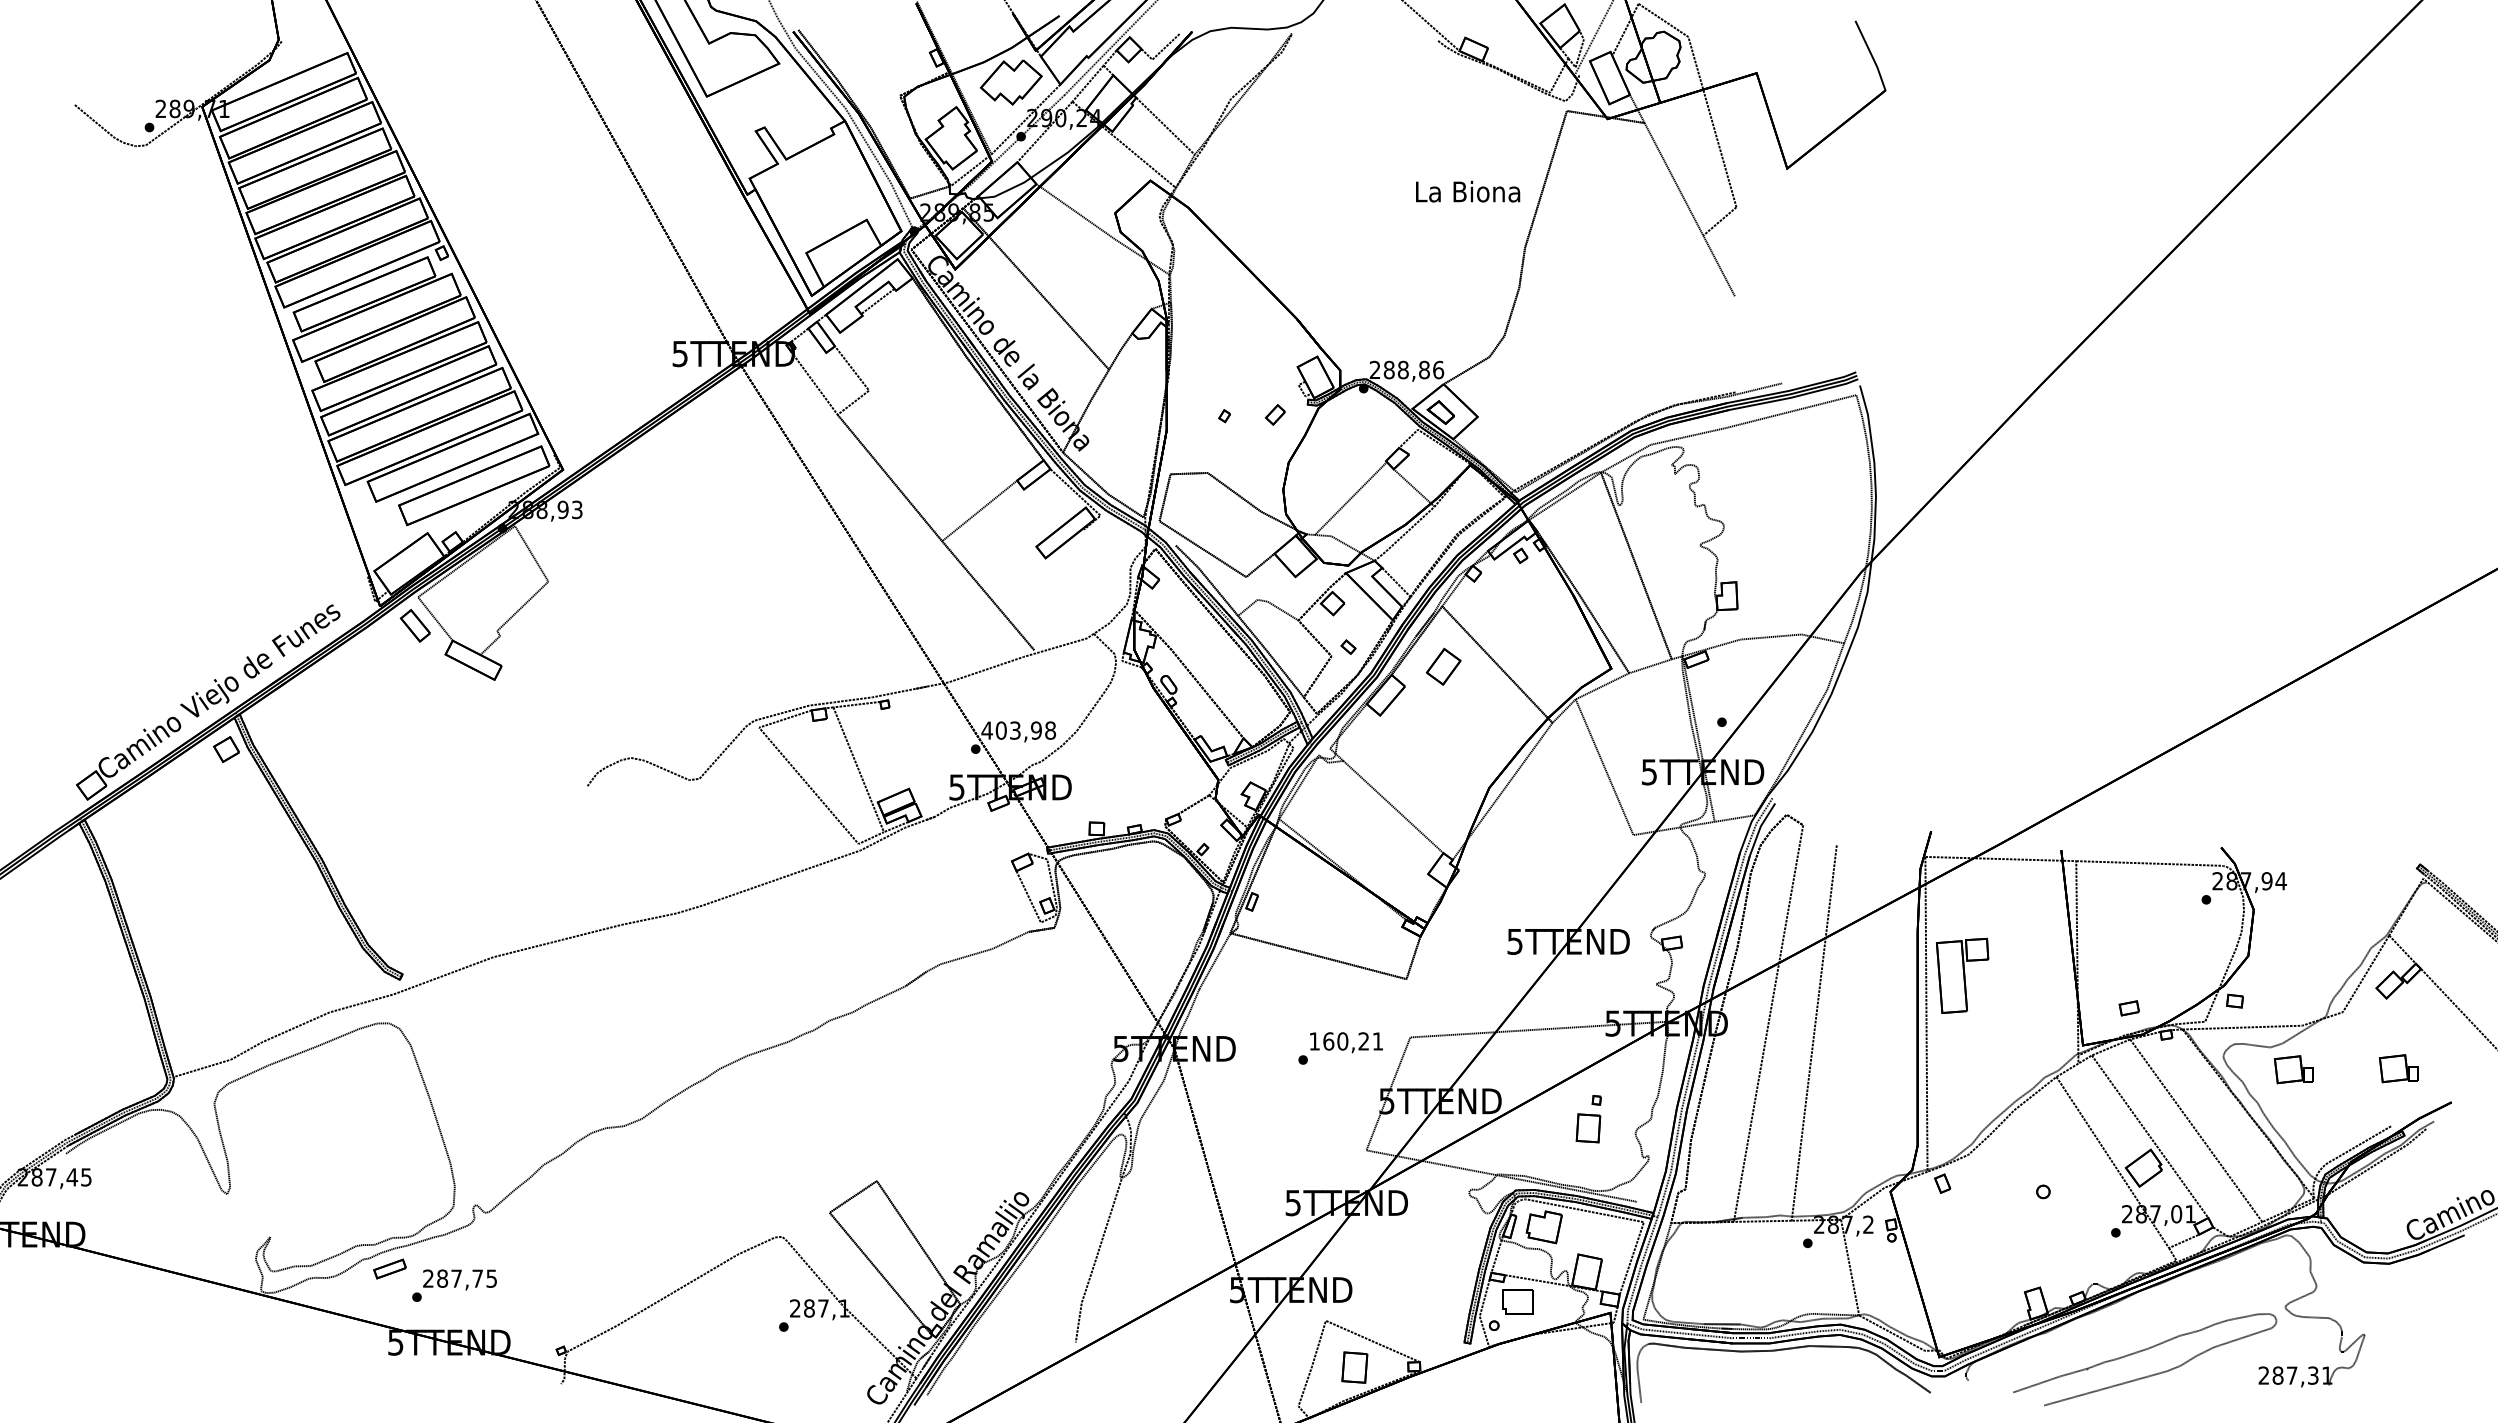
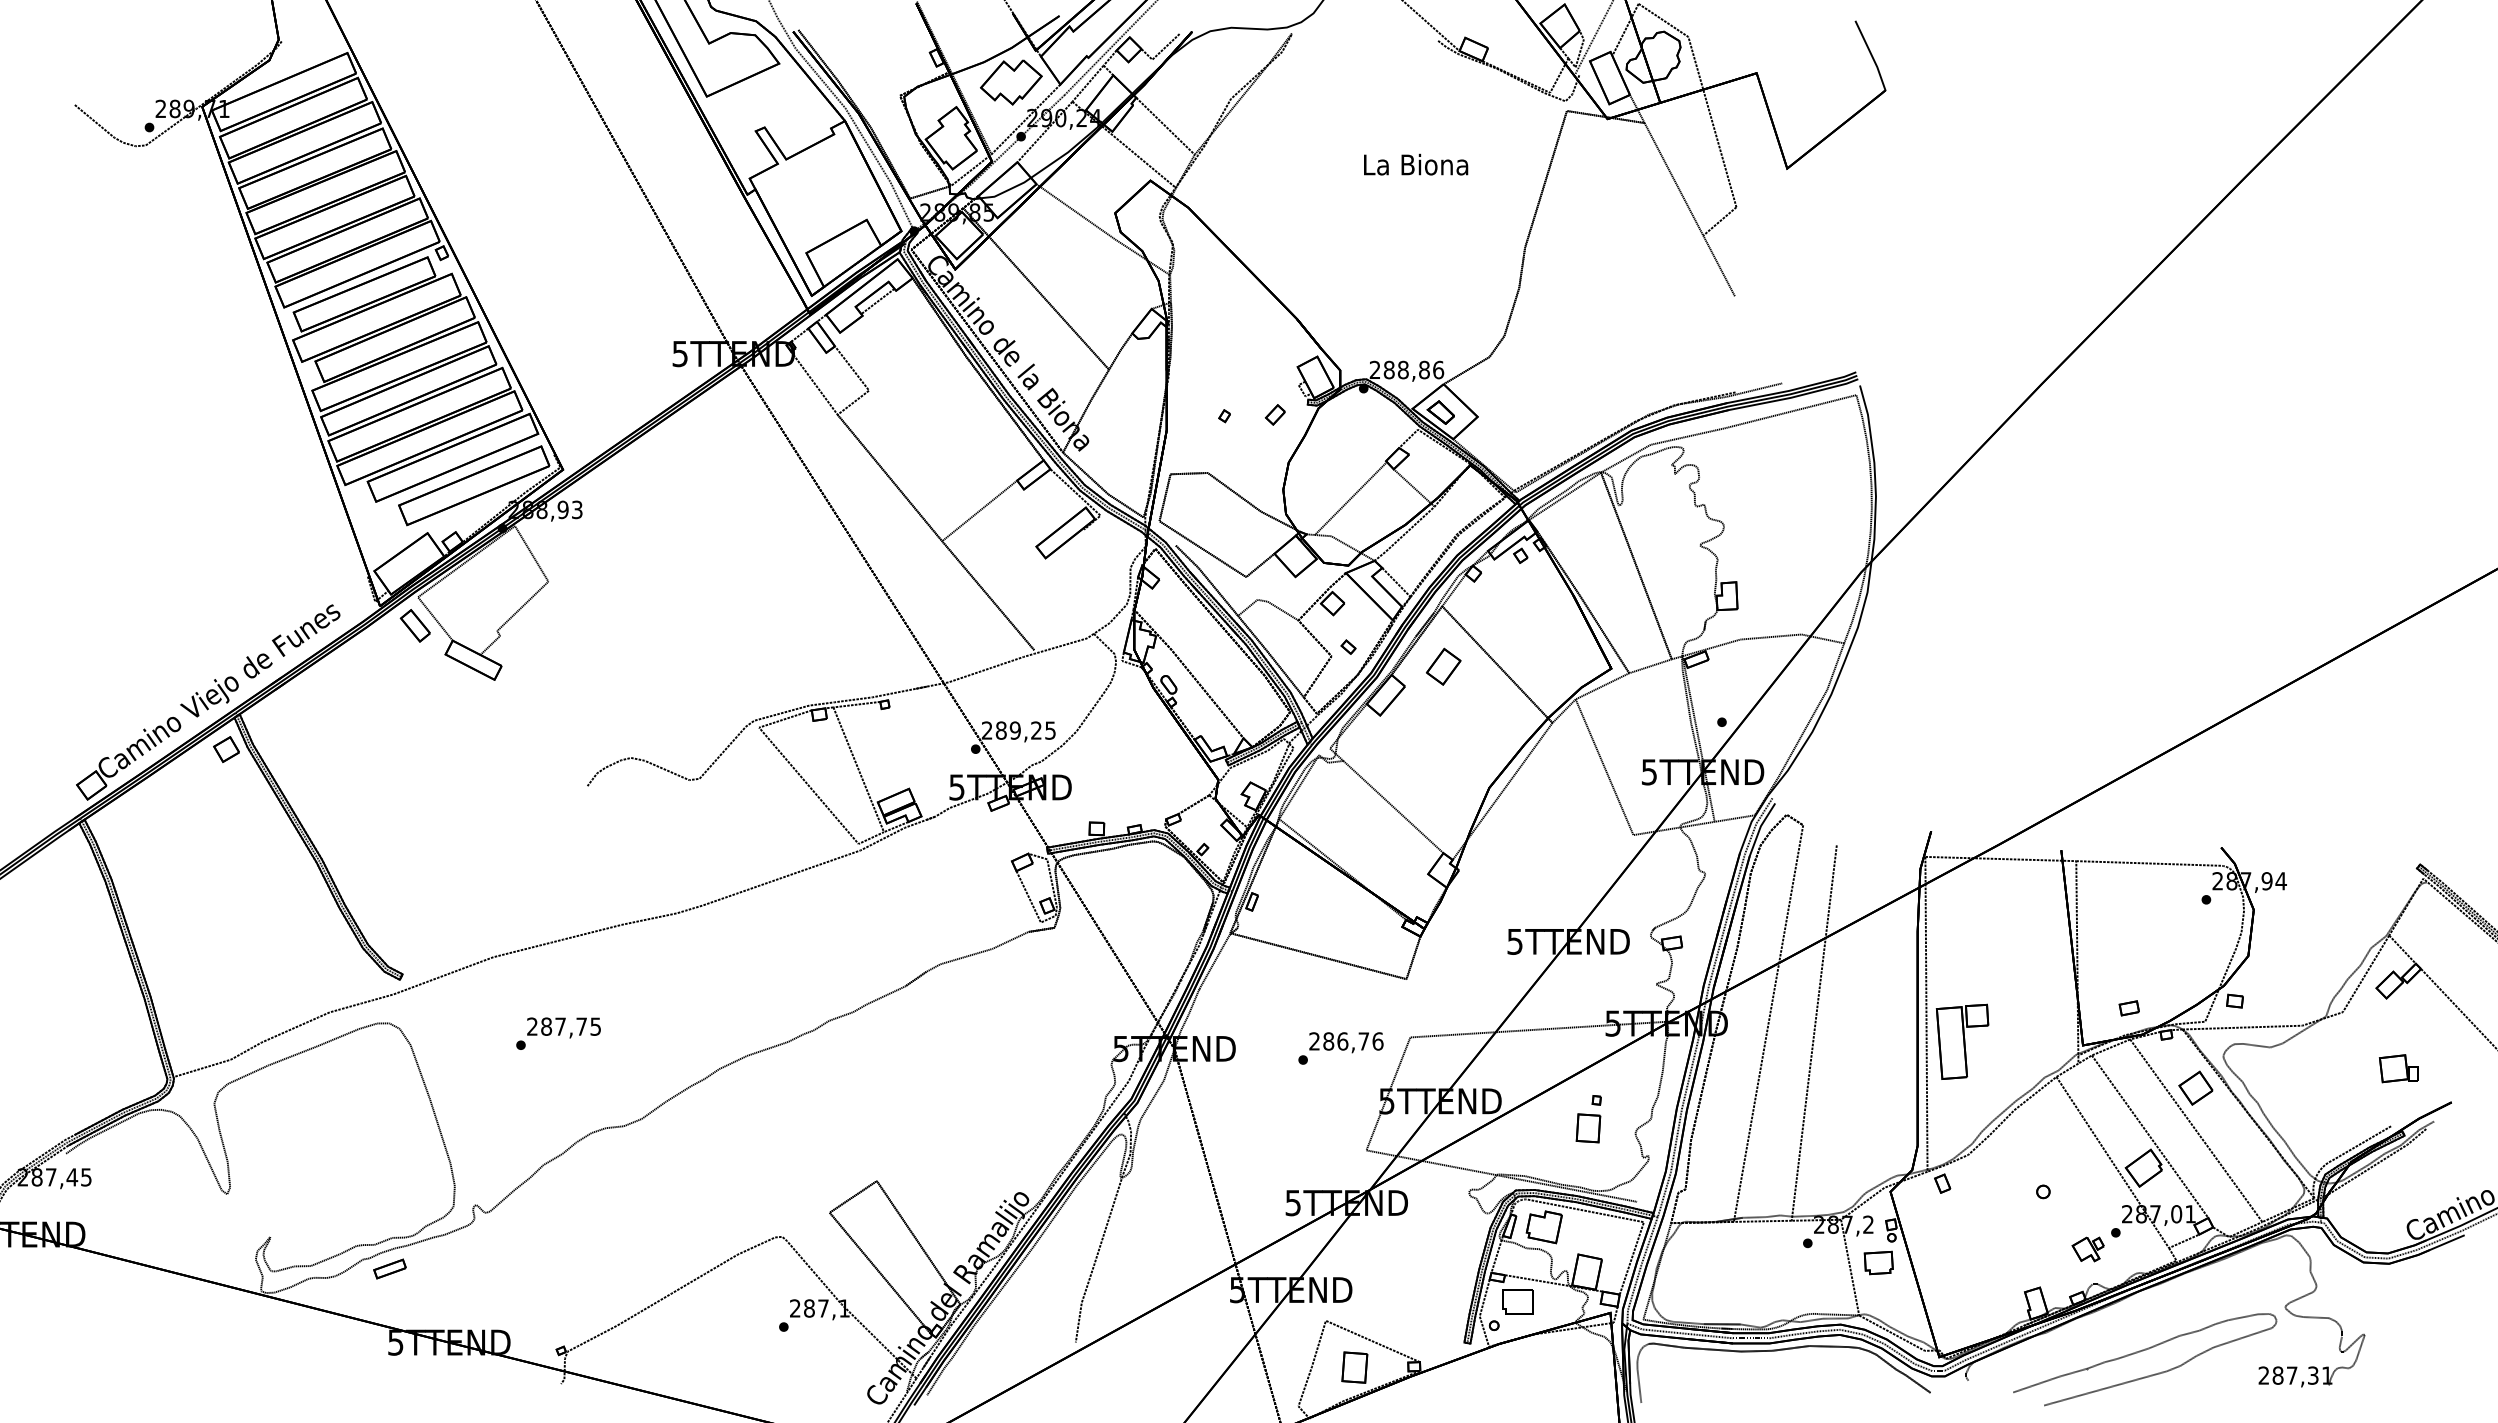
text at (1468, 191) position: (1468, 191) -> (1416, 164)
text at (1018, 730): 403,98 -> 289,25
part at (1962, 975) position: (1962, 975) -> (1962, 1041)
text at (1346, 1041): 160,21 -> 286,76
part at (2293, 1069): present -> none
part at (2195, 1087): none -> present
part at (2087, 1249): none -> present
part at (1878, 1262): none -> present
text at (454, 1285) position: (454, 1285) -> (558, 1033)
